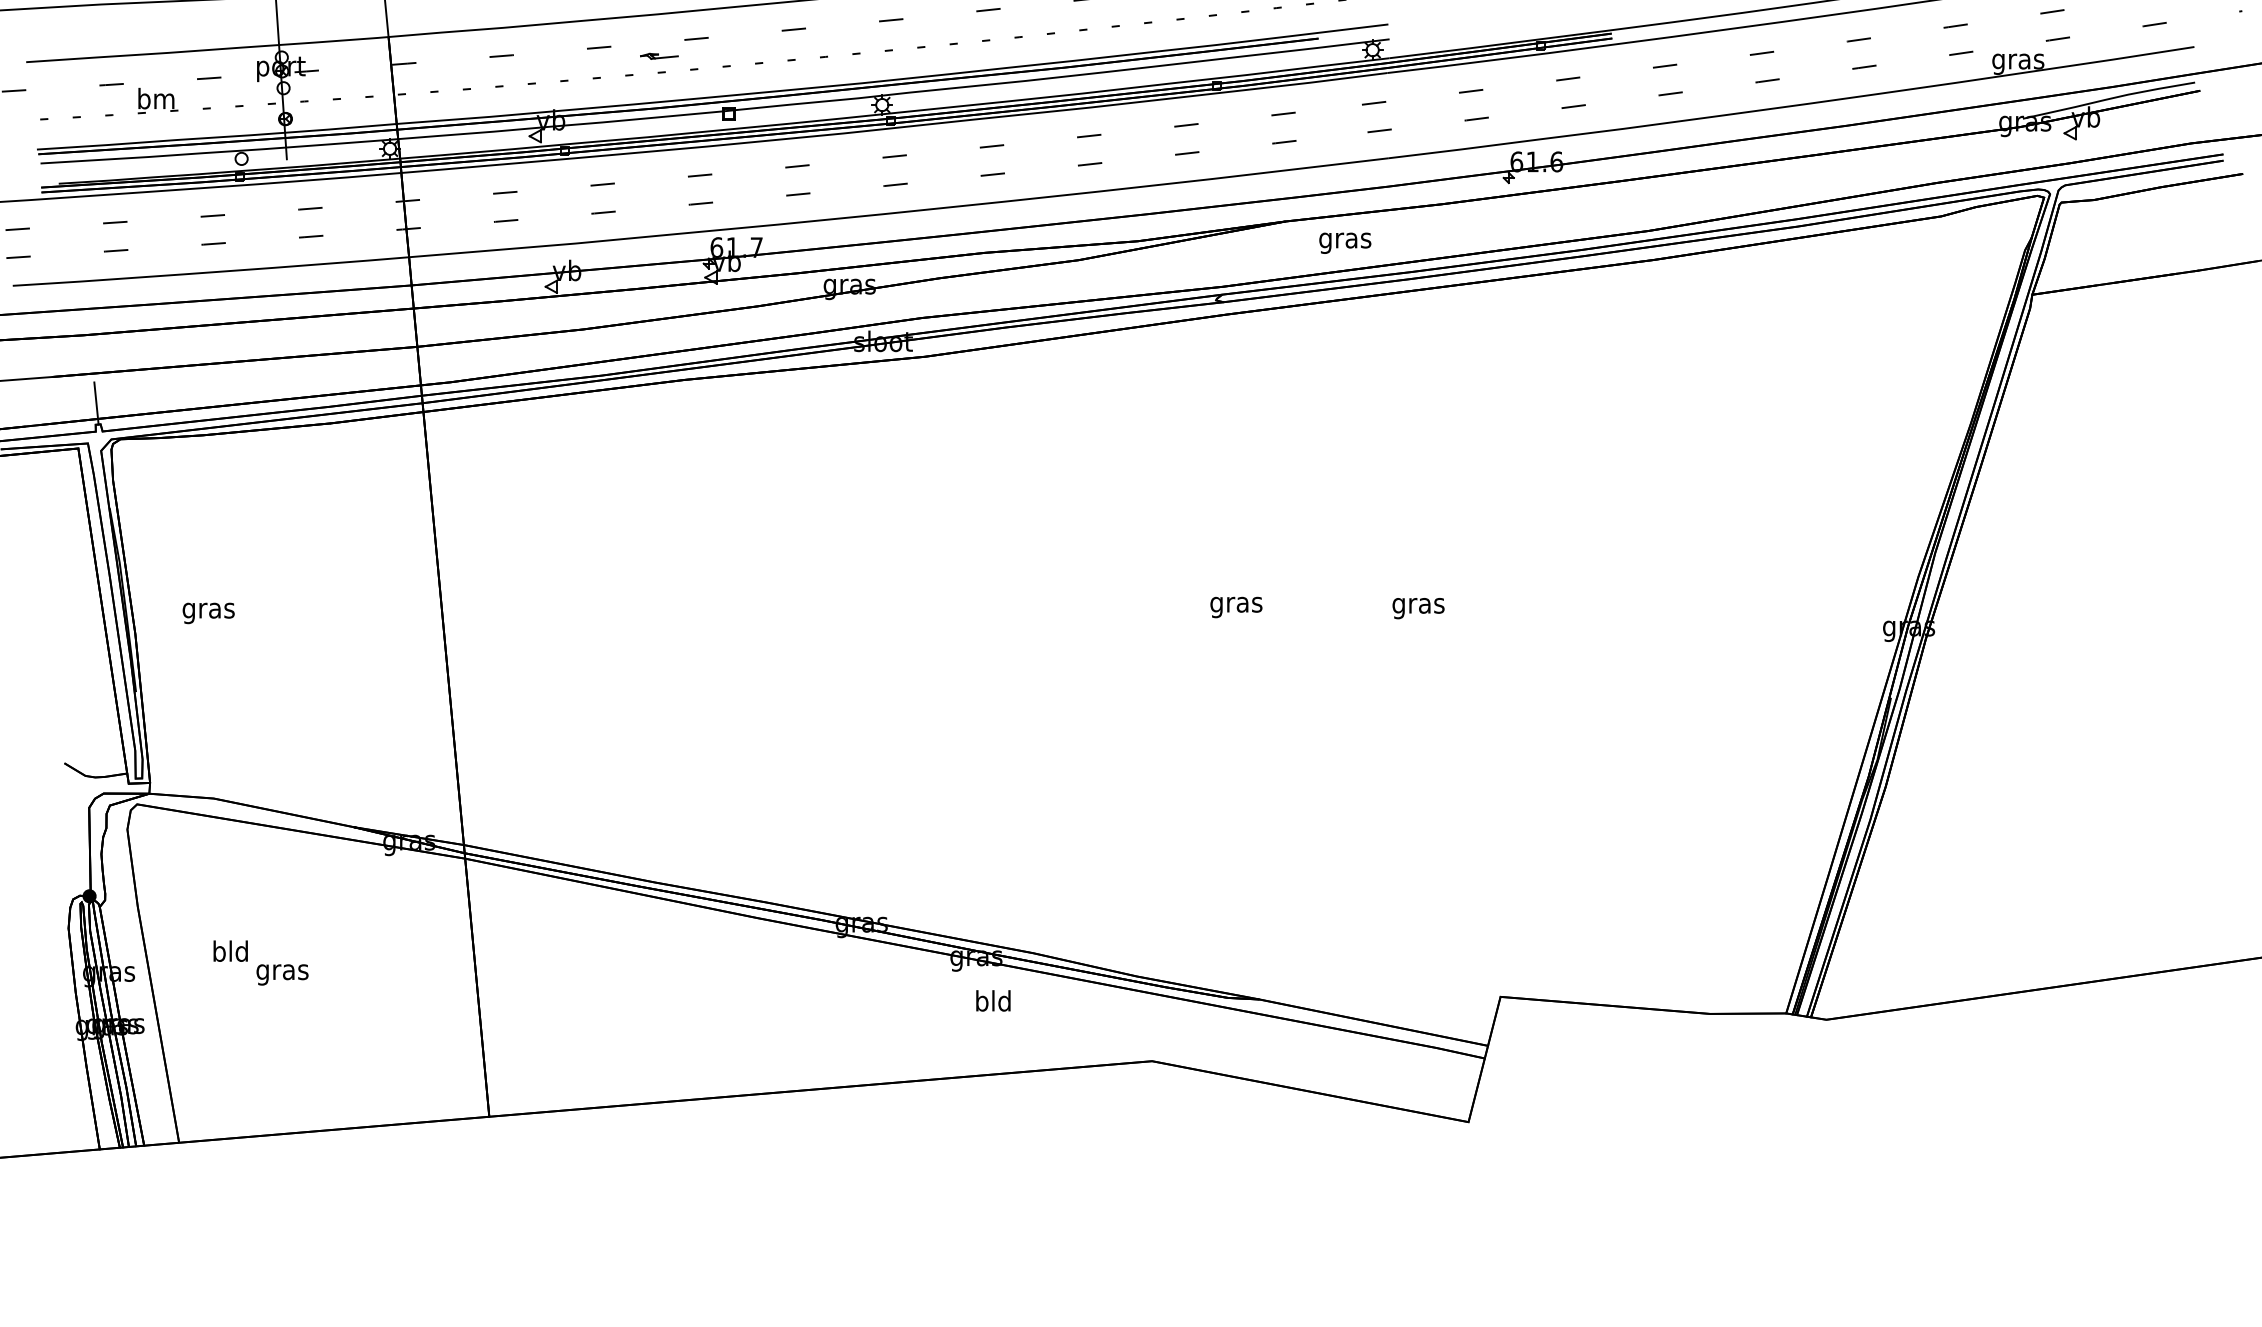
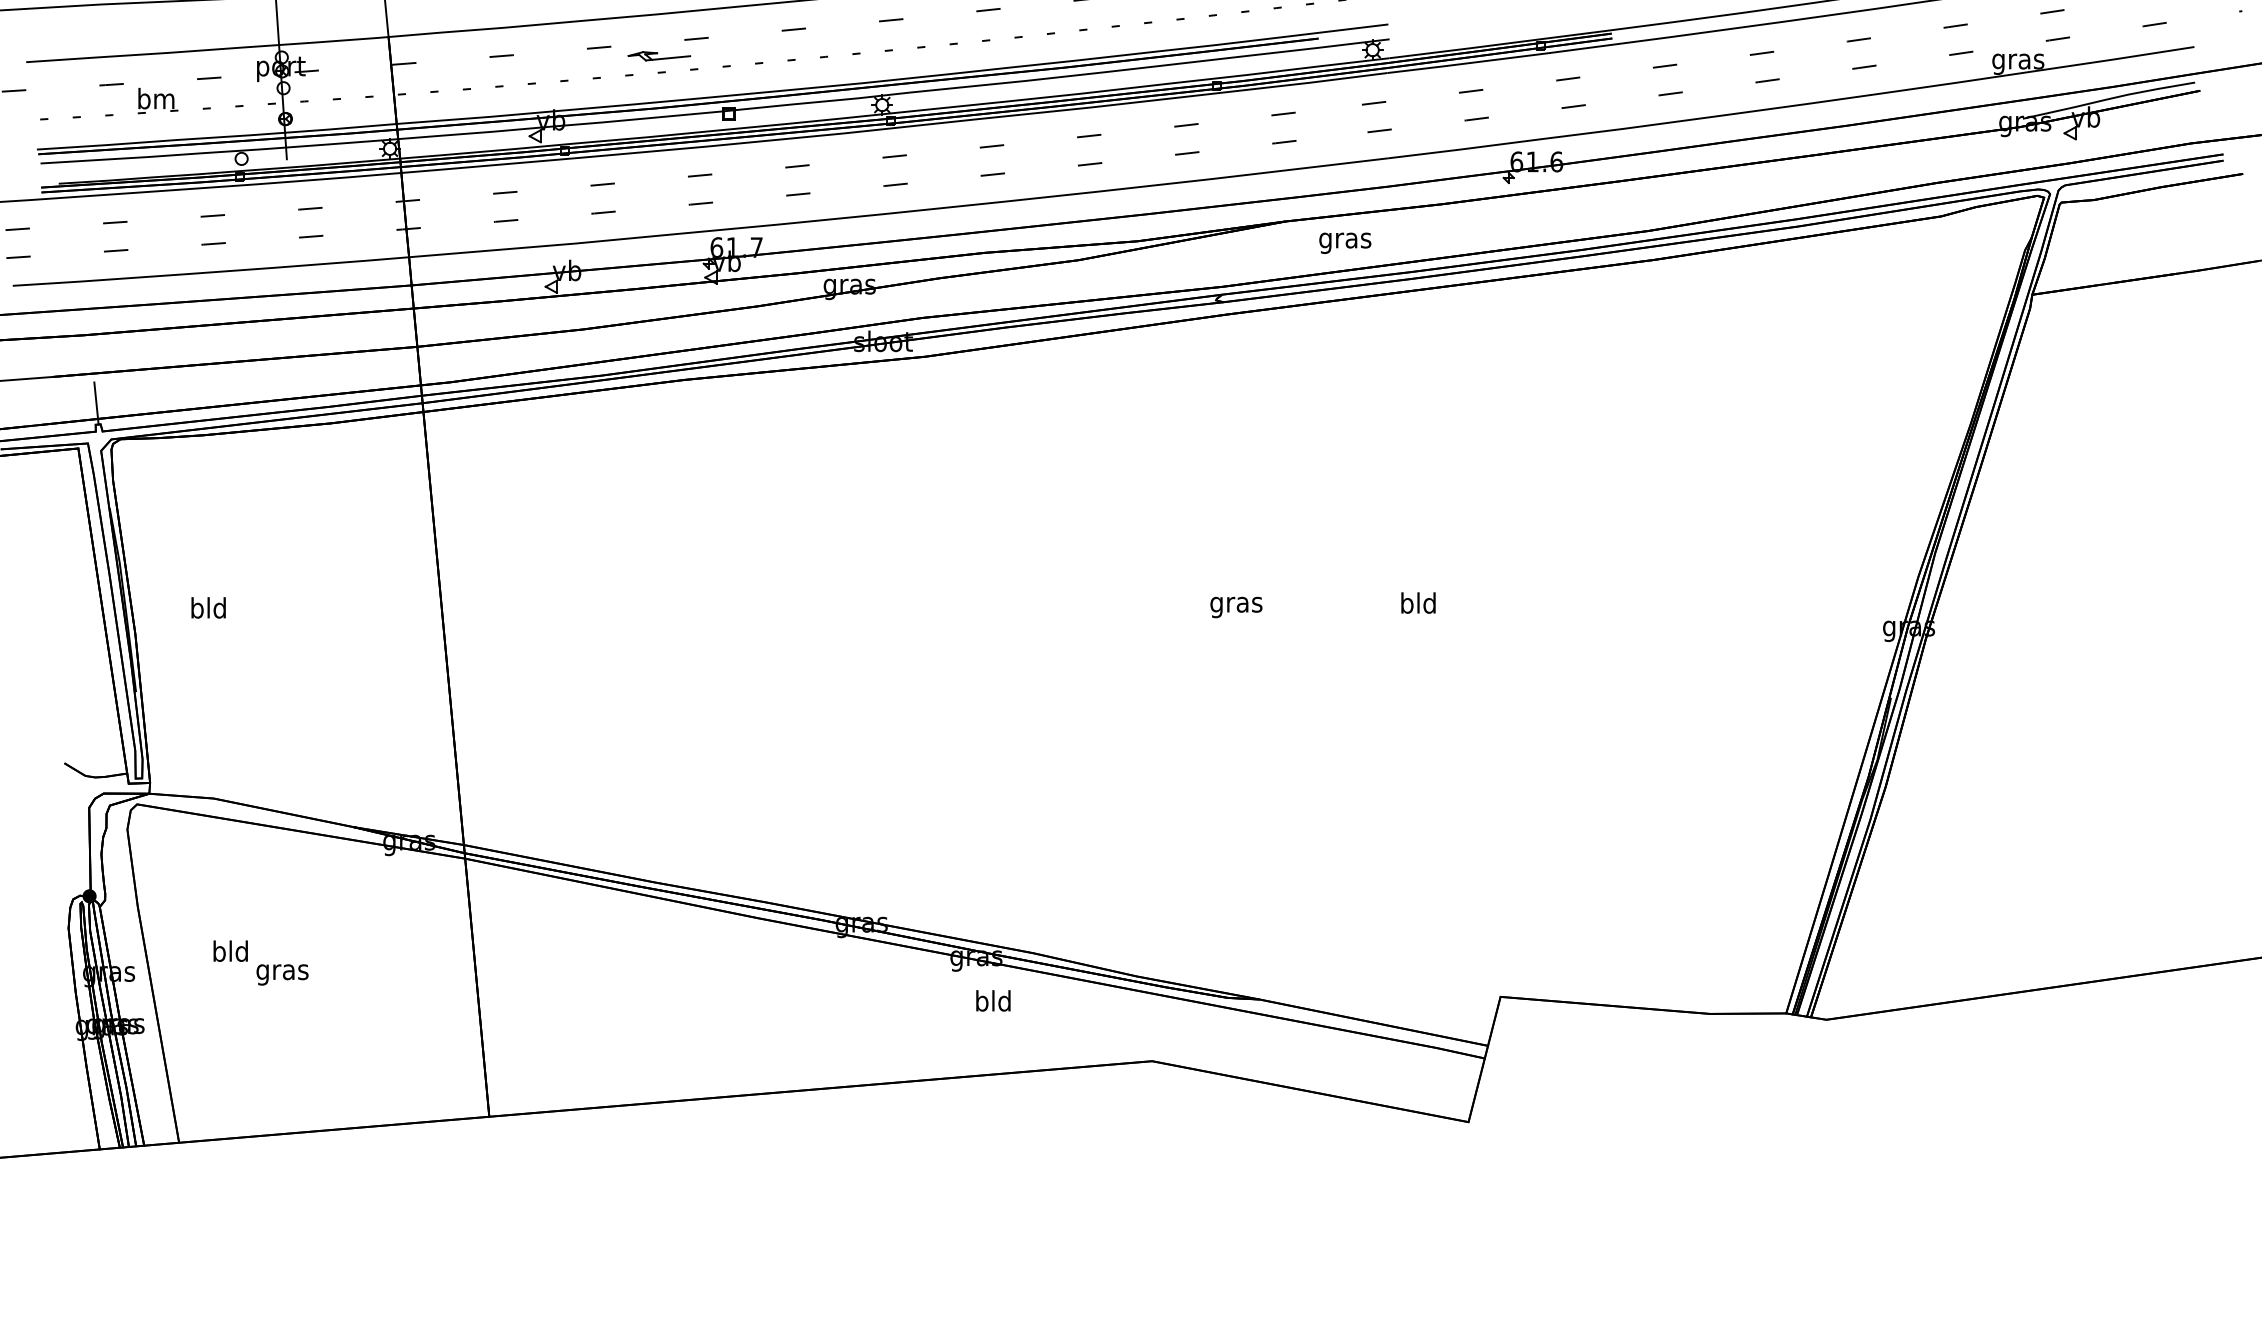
part at (659, 55) size: 39x8 px -> 65x11 px
text at (1418, 605): gras -> bld
text at (208, 610): gras -> bld
